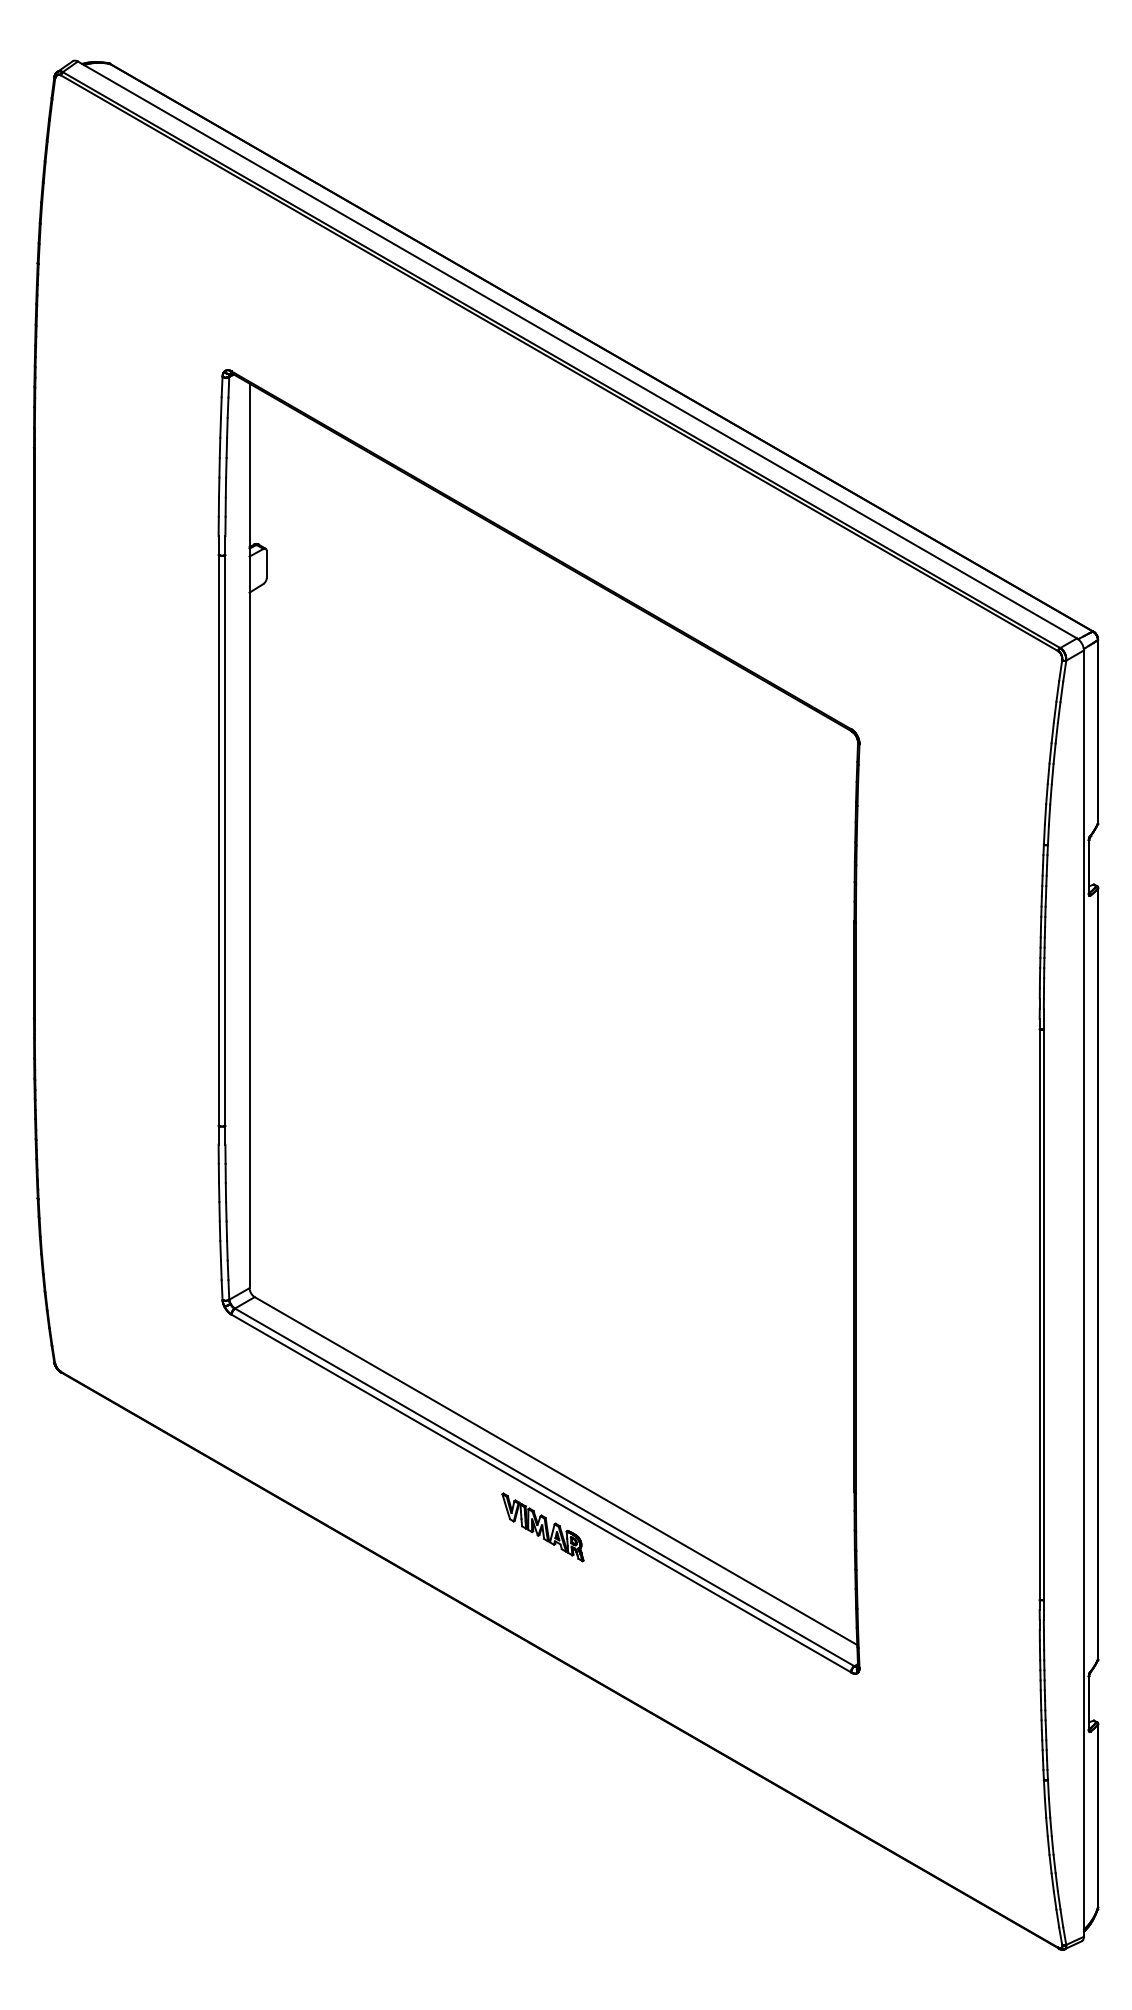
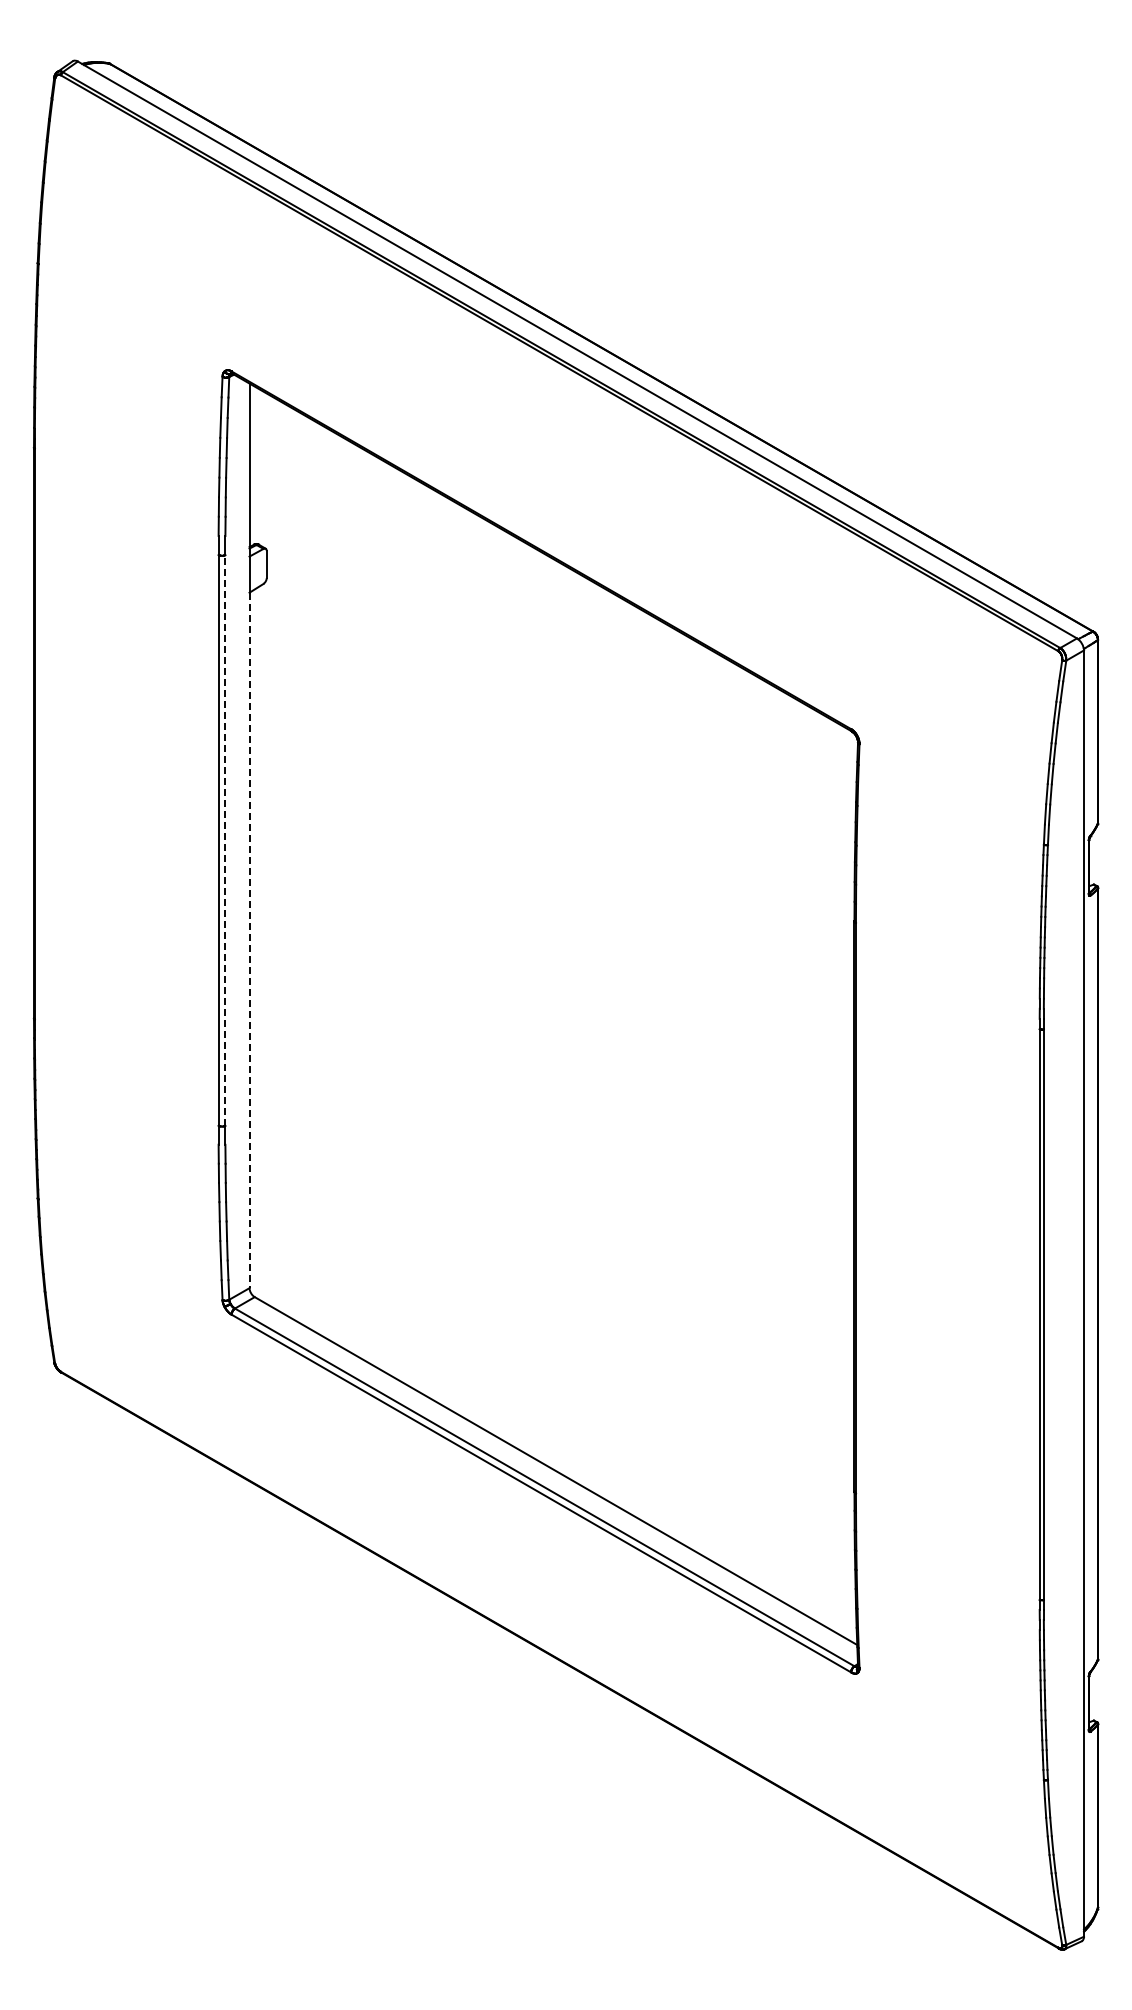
line at (225, 839): solid -> dashed
line at (249, 940): solid -> dashed
part at (542, 1527): present -> none
